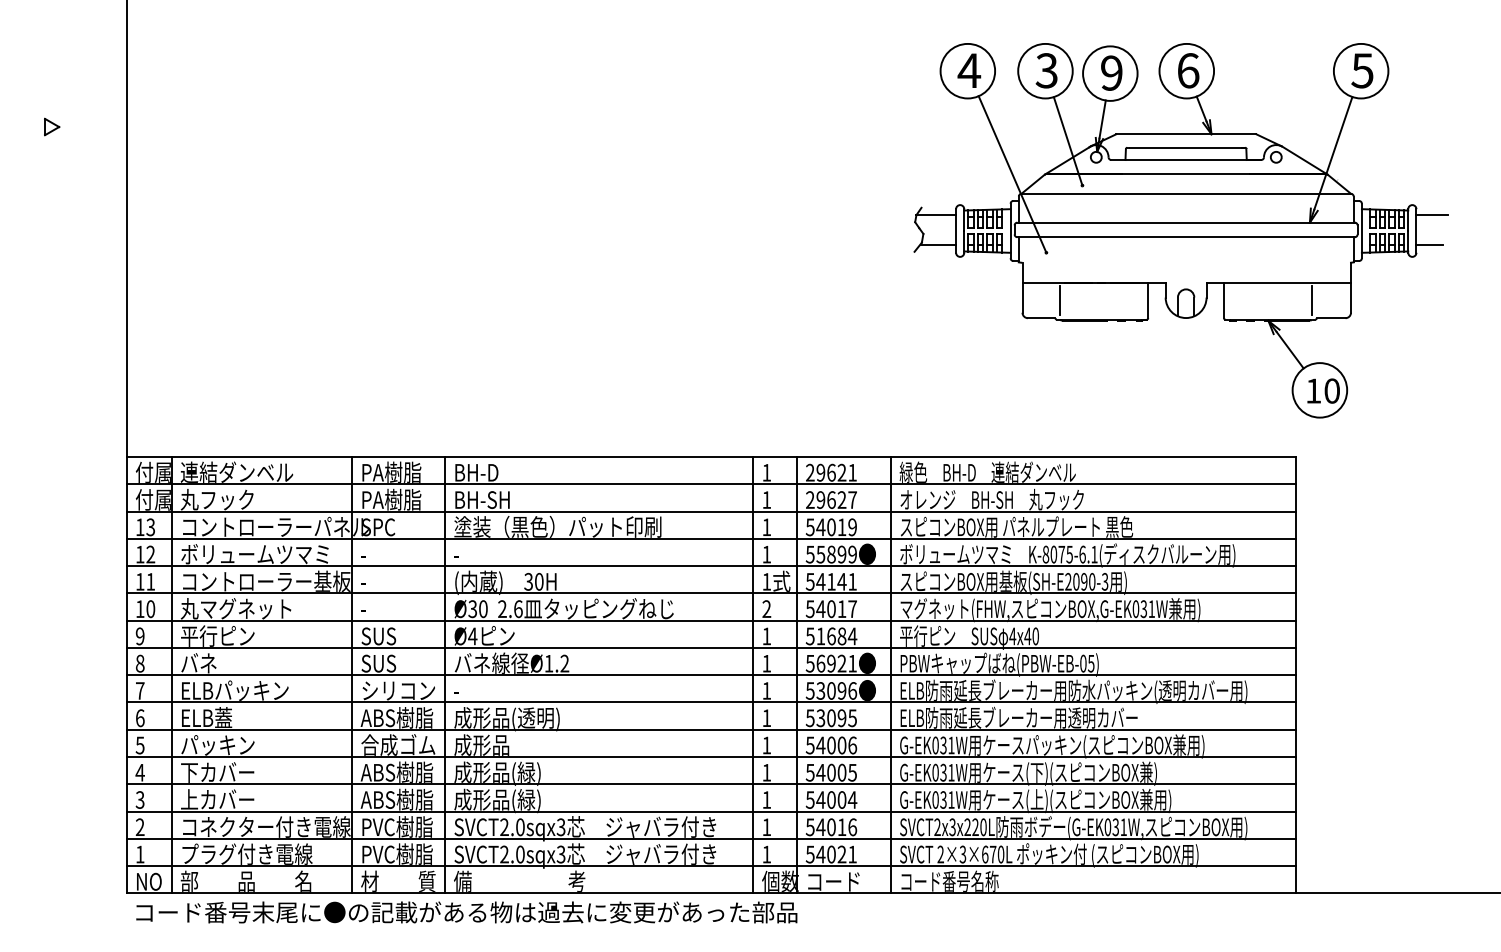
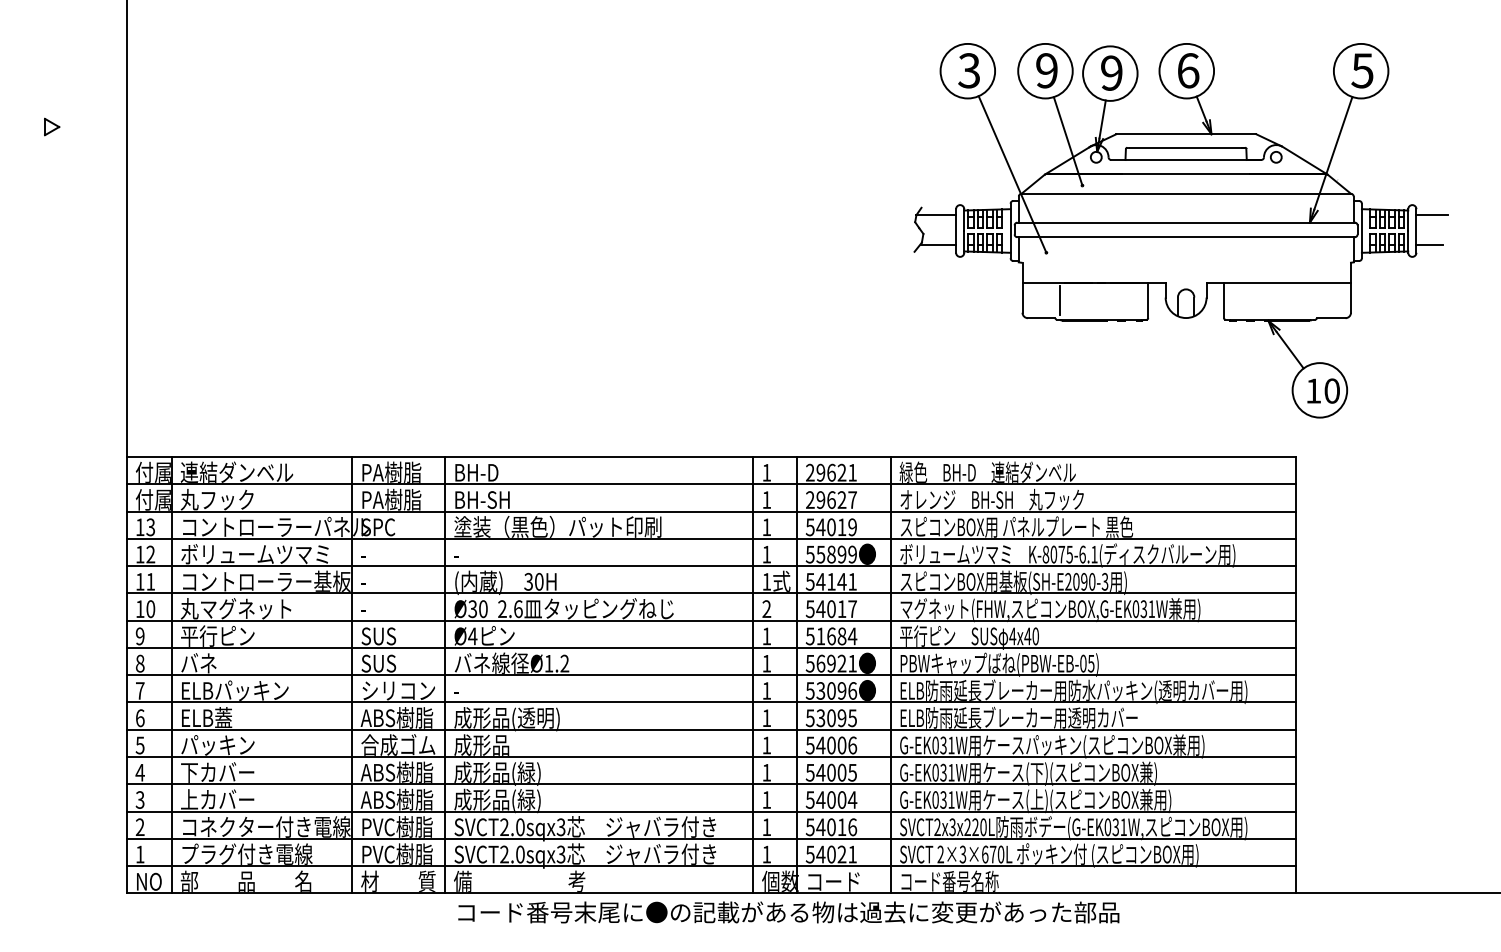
text at (969, 70): 4 -> 3
text at (1046, 70): 3 -> 9
line at (1312, 300): present -> none
text at (466, 912) position: (466, 912) -> (788, 912)
